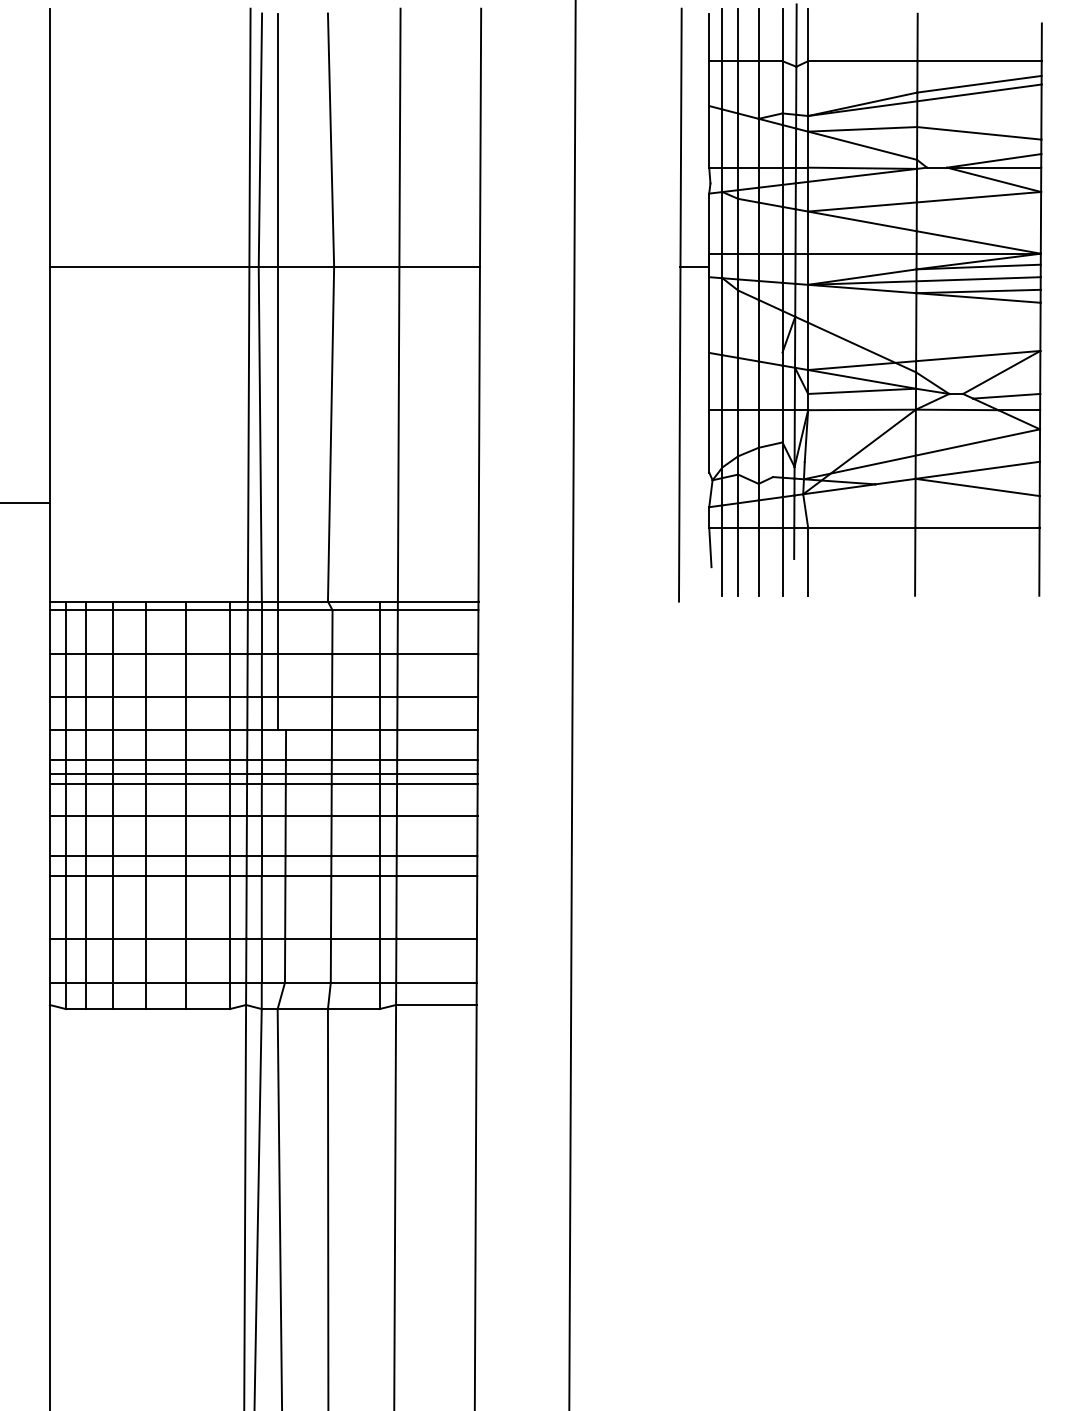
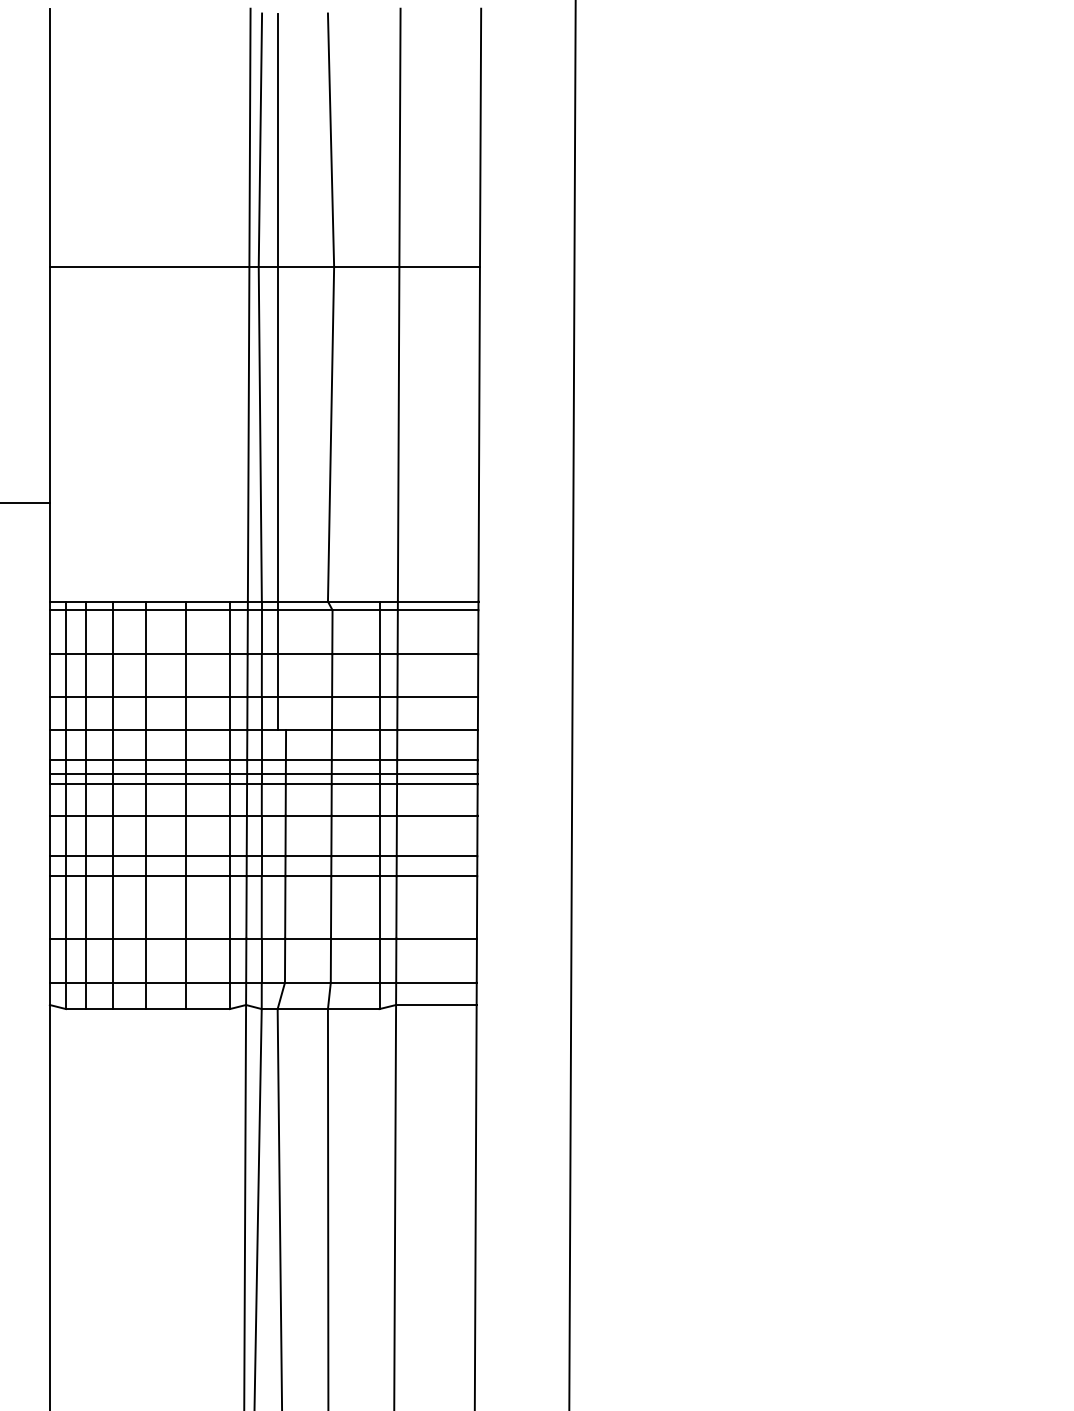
part at (860, 302): present -> none
